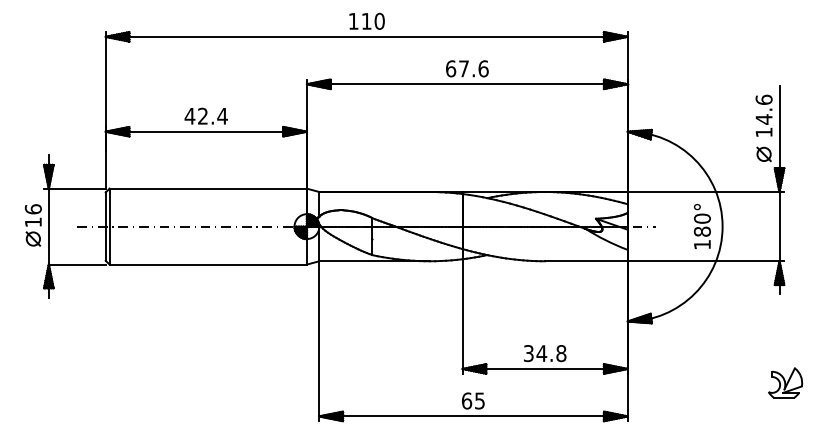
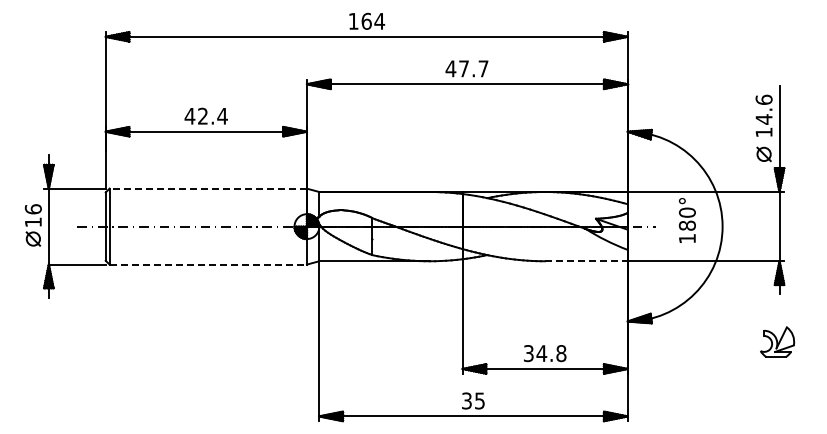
text at (373, 20): 110 -> 164
text at (466, 68): 67.6 -> 47.7
line at (208, 188): solid -> dashed
text at (701, 226) position: (701, 226) -> (686, 220)
line at (586, 261): solid -> dashed
line at (208, 264): solid -> dashed
part at (785, 382) position: (785, 382) -> (777, 341)
text at (467, 400): 65 -> 35
